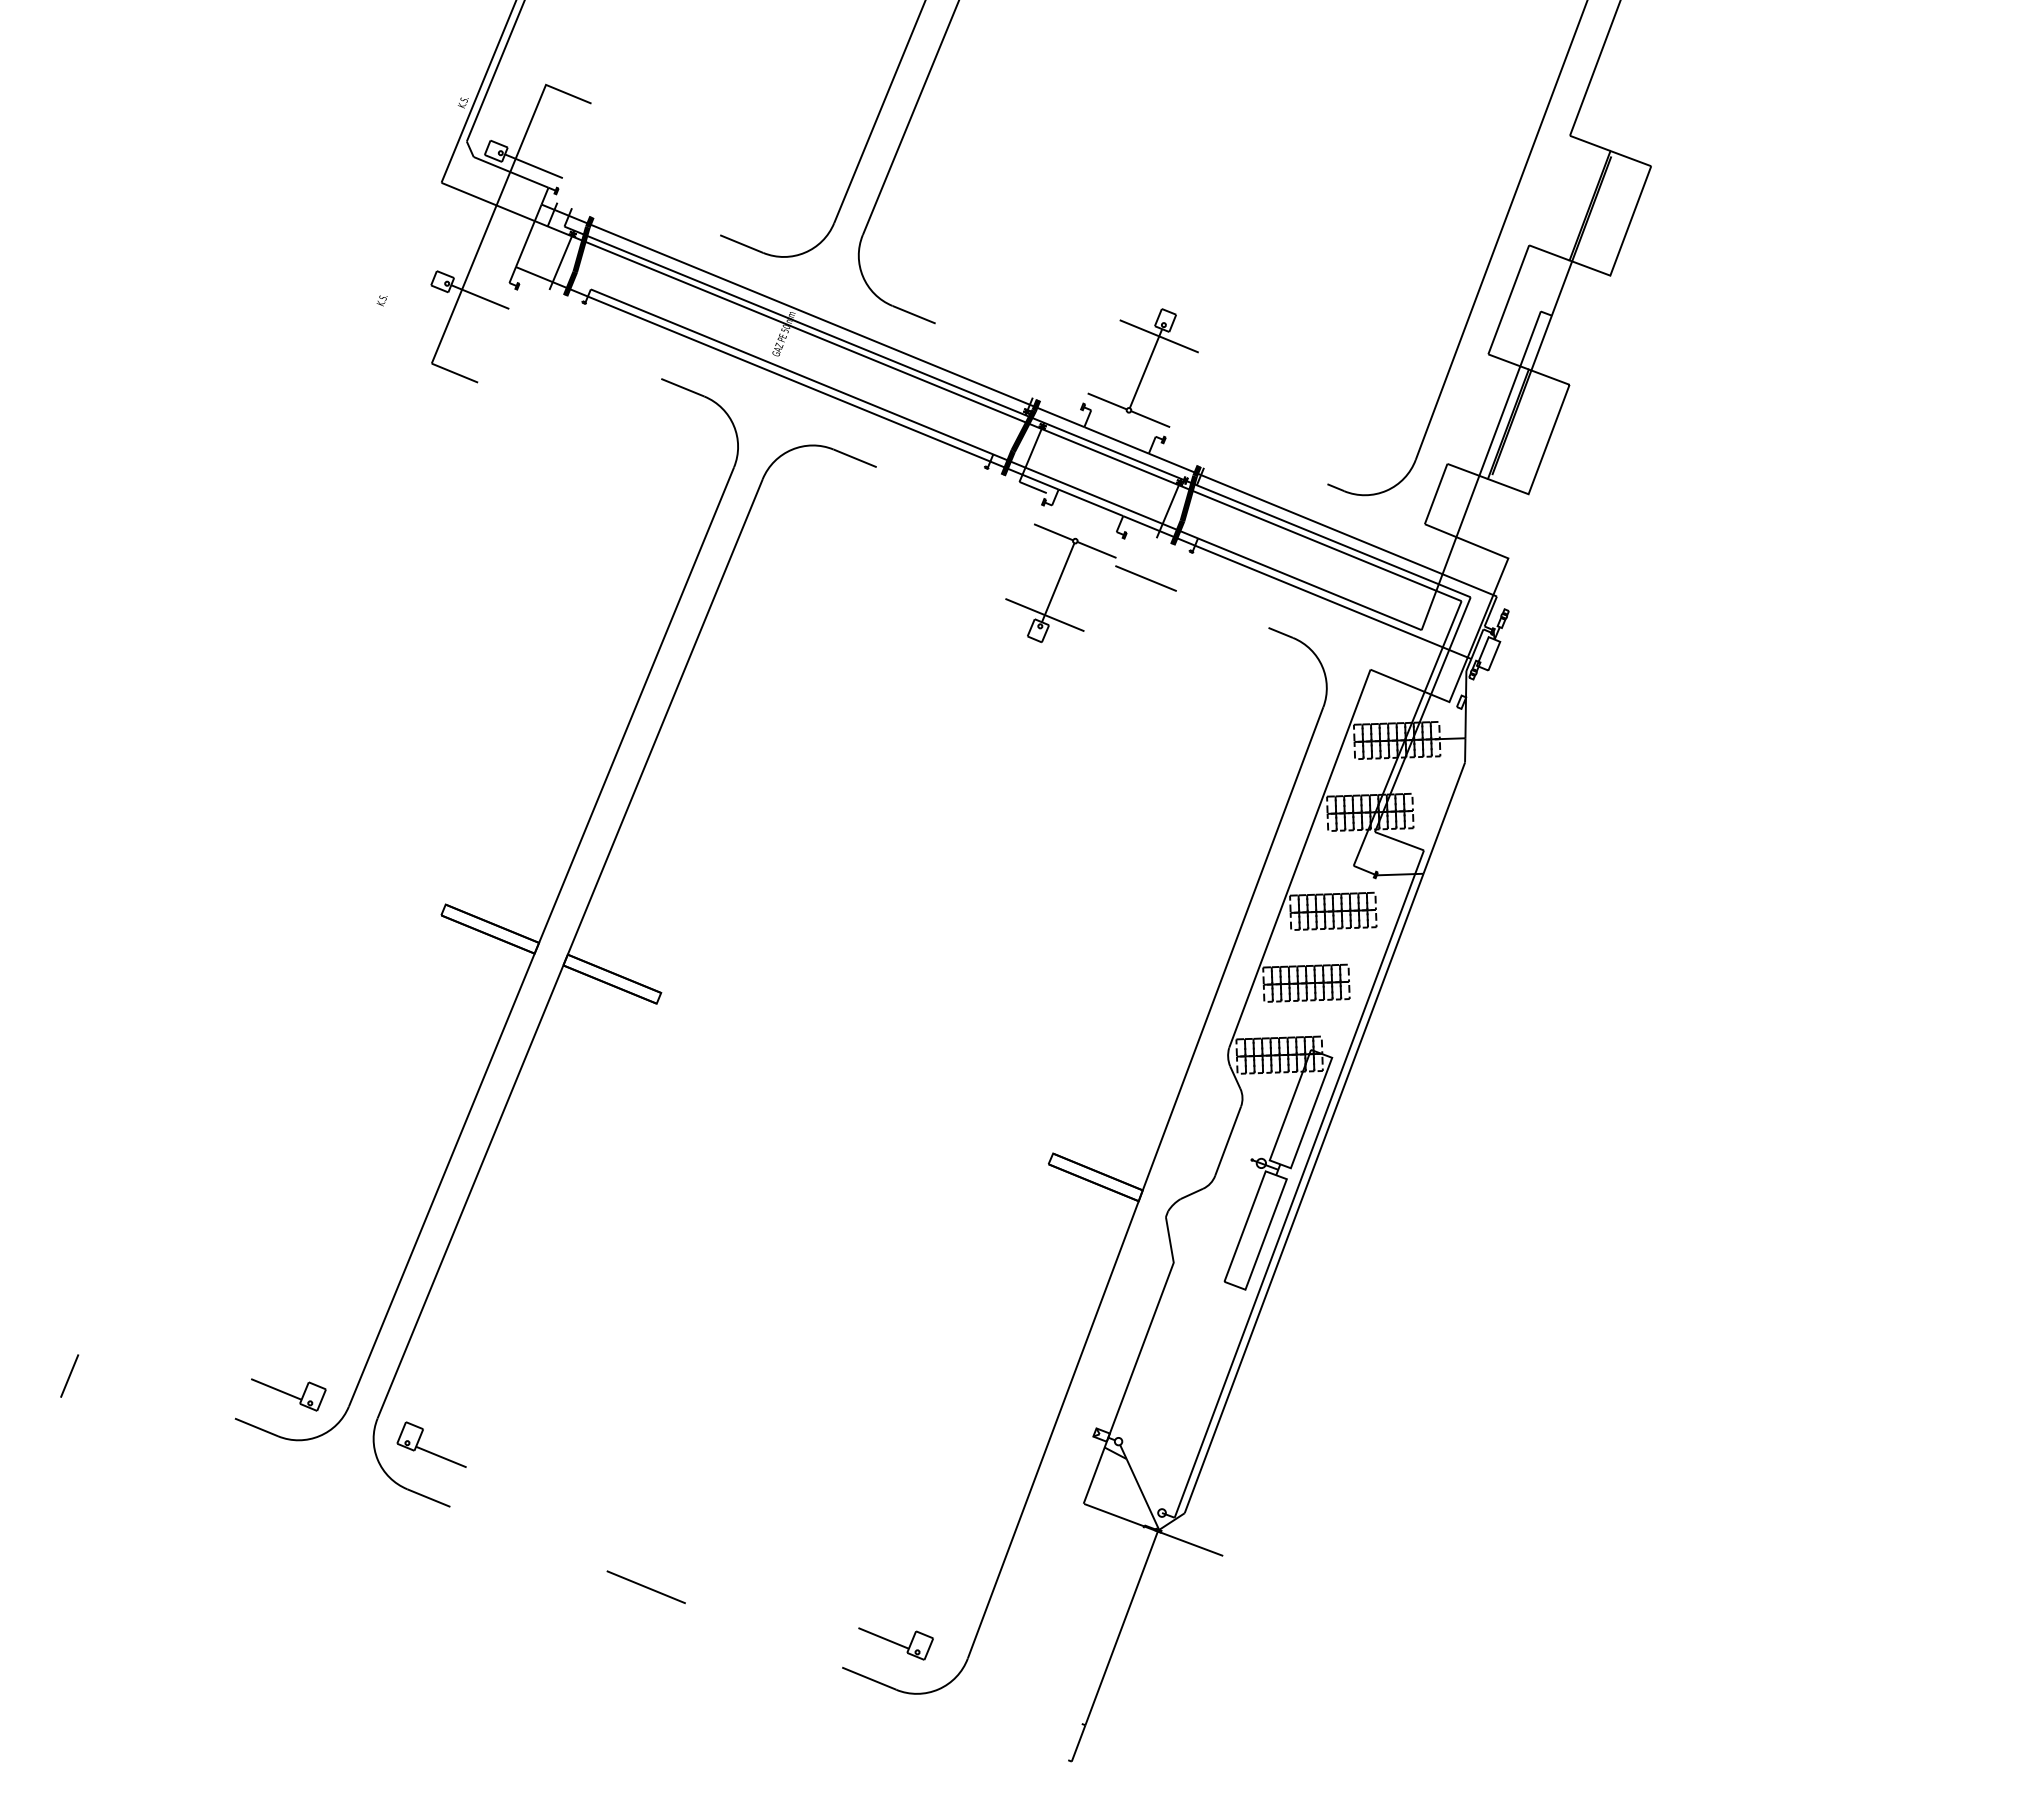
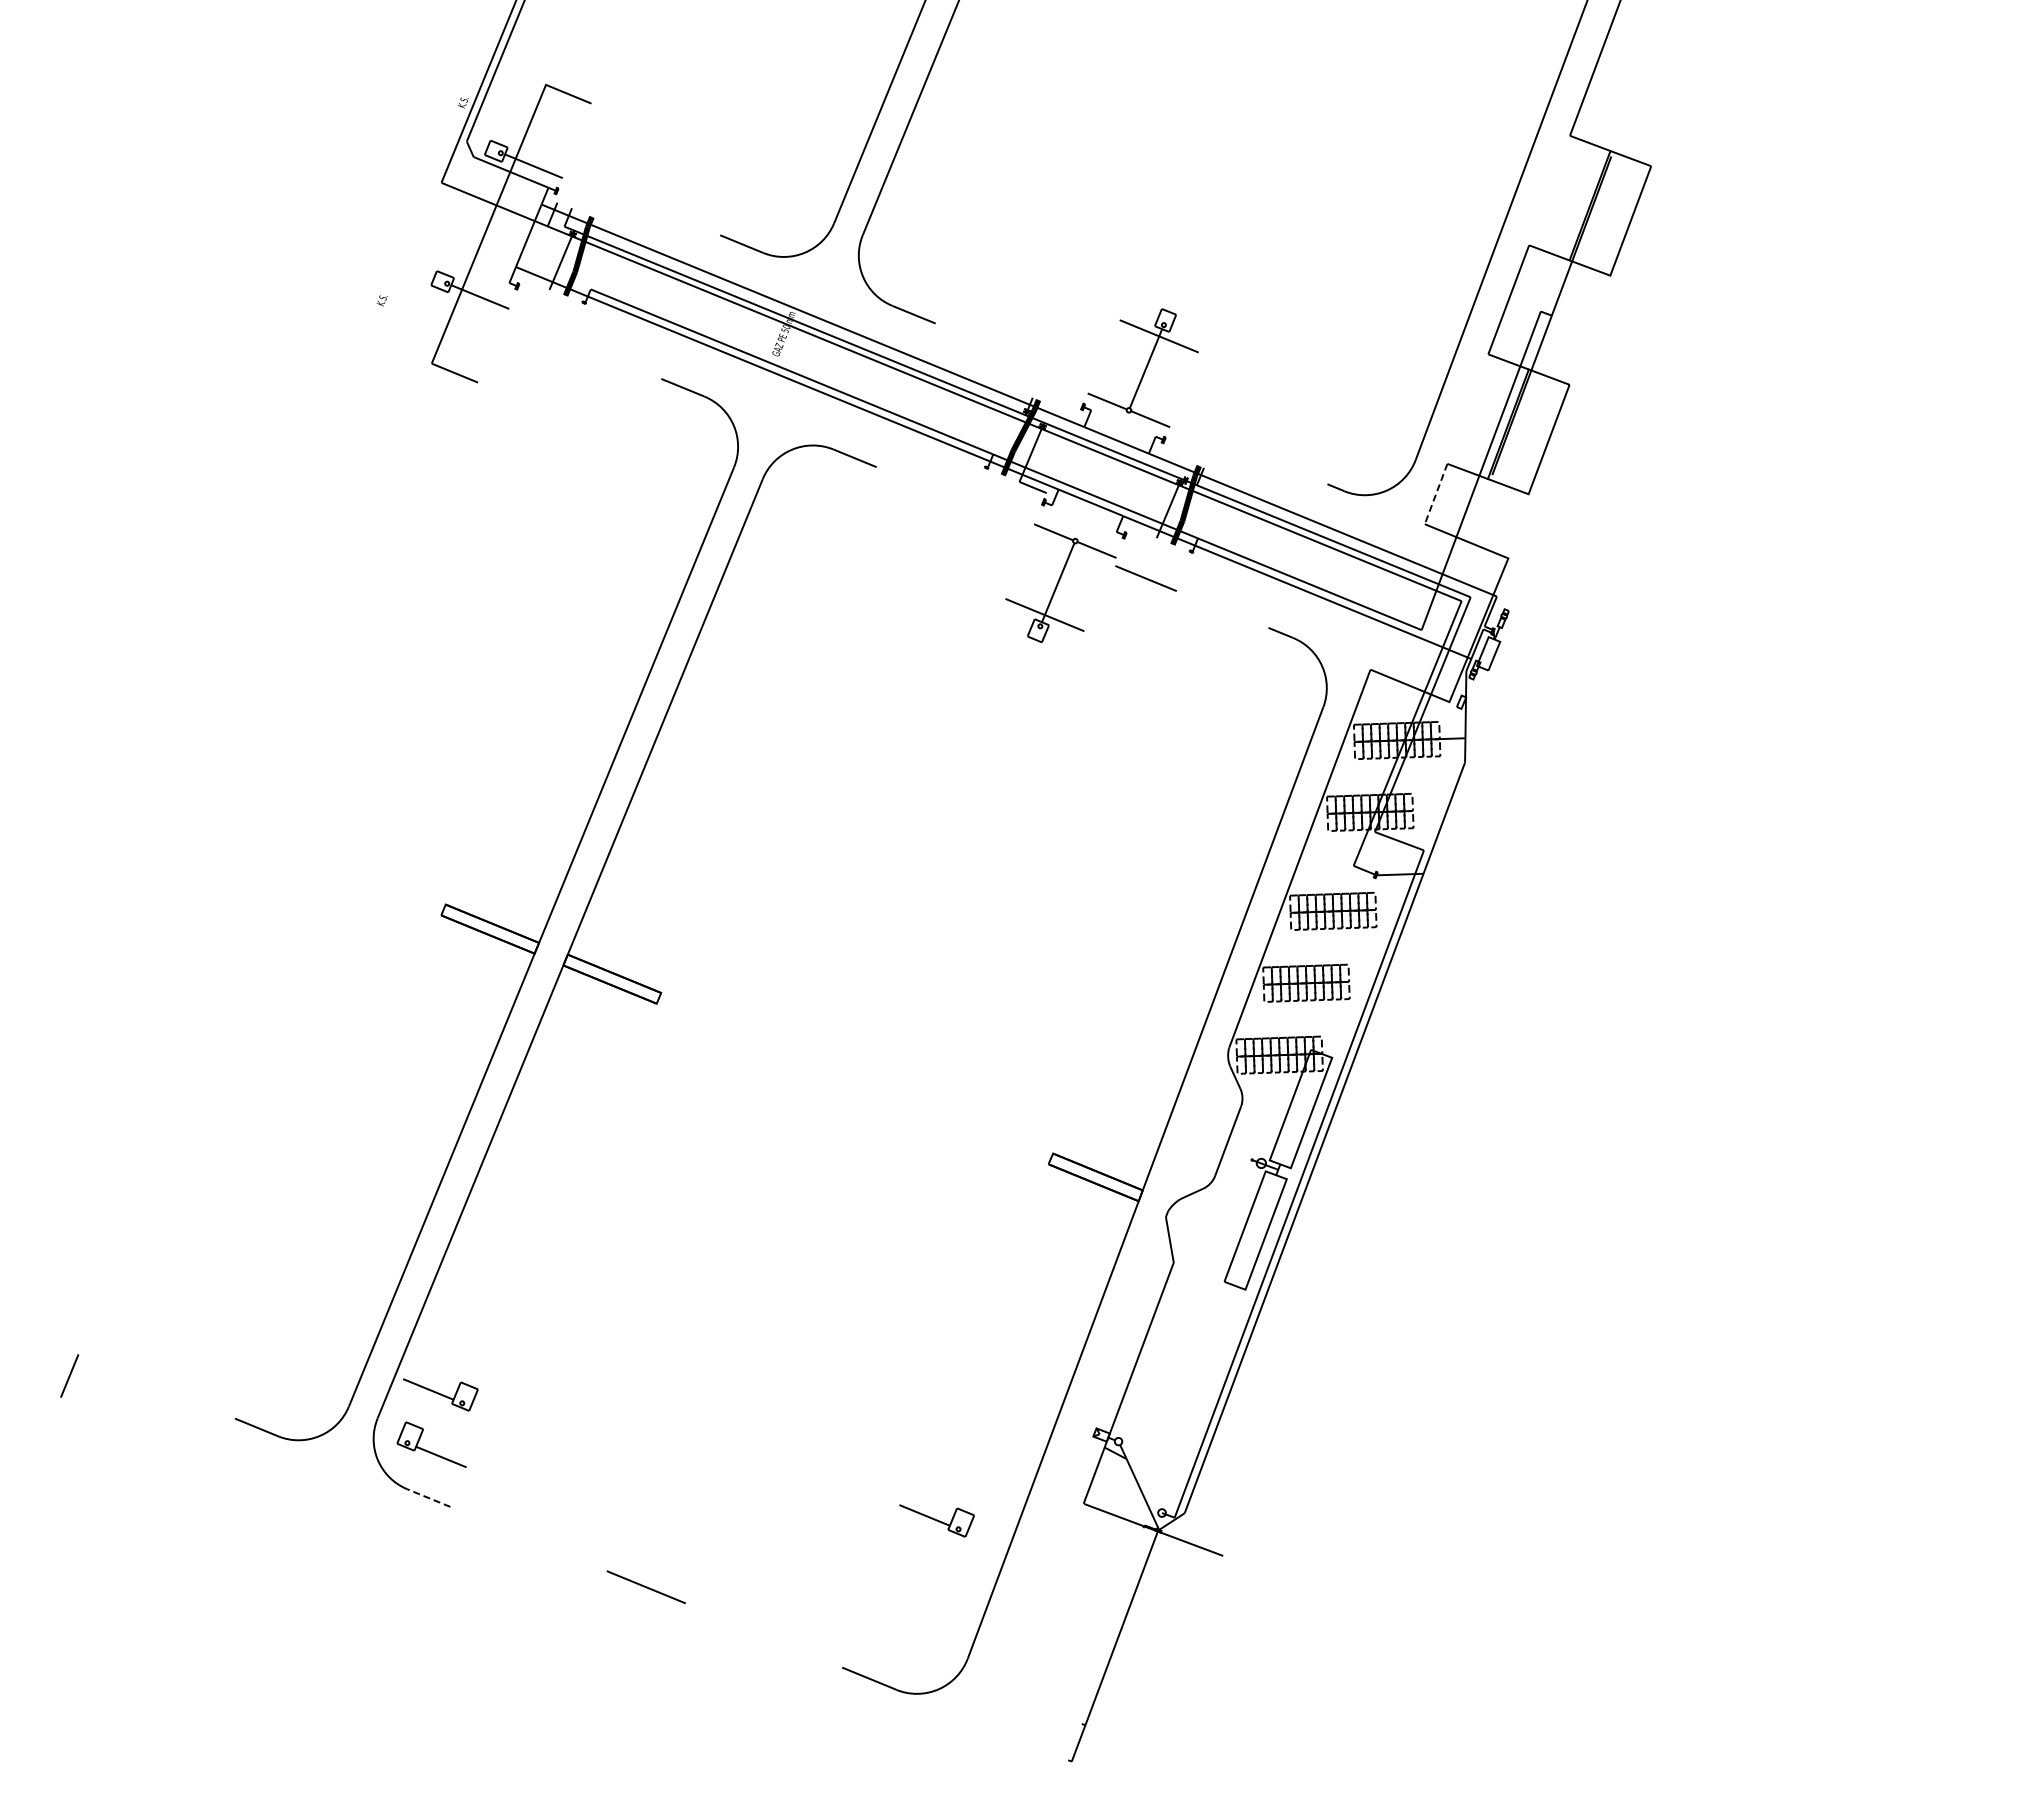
line at (1435, 494): solid -> dashed
part at (288, 1394) position: (288, 1394) -> (440, 1394)
line at (428, 1497): solid -> dashed
part at (895, 1643) position: (895, 1643) -> (936, 1520)
